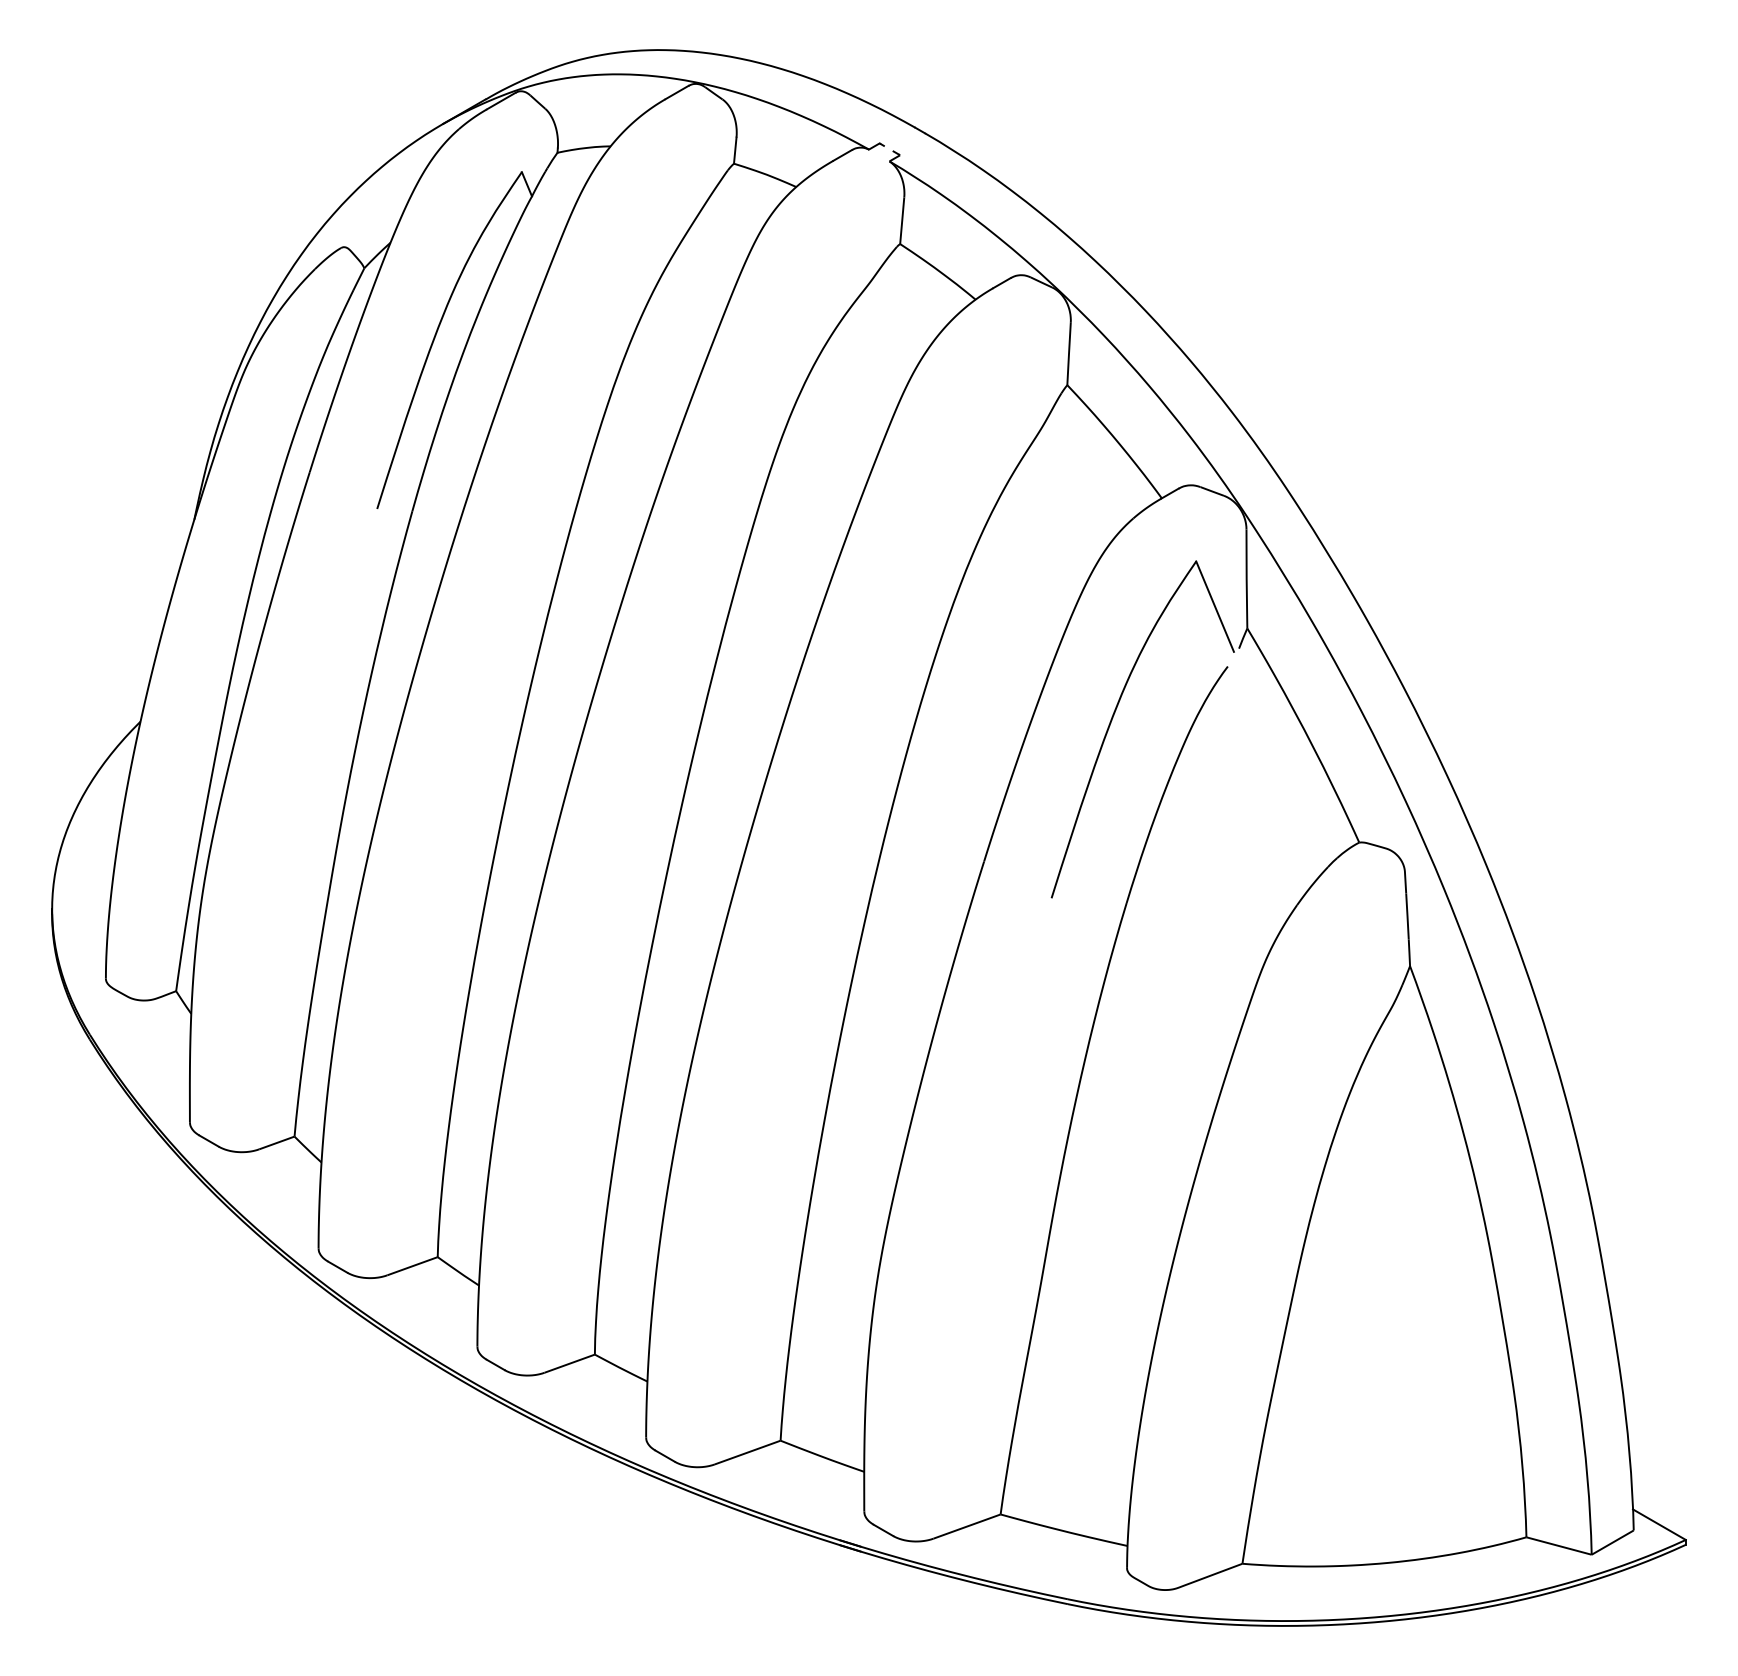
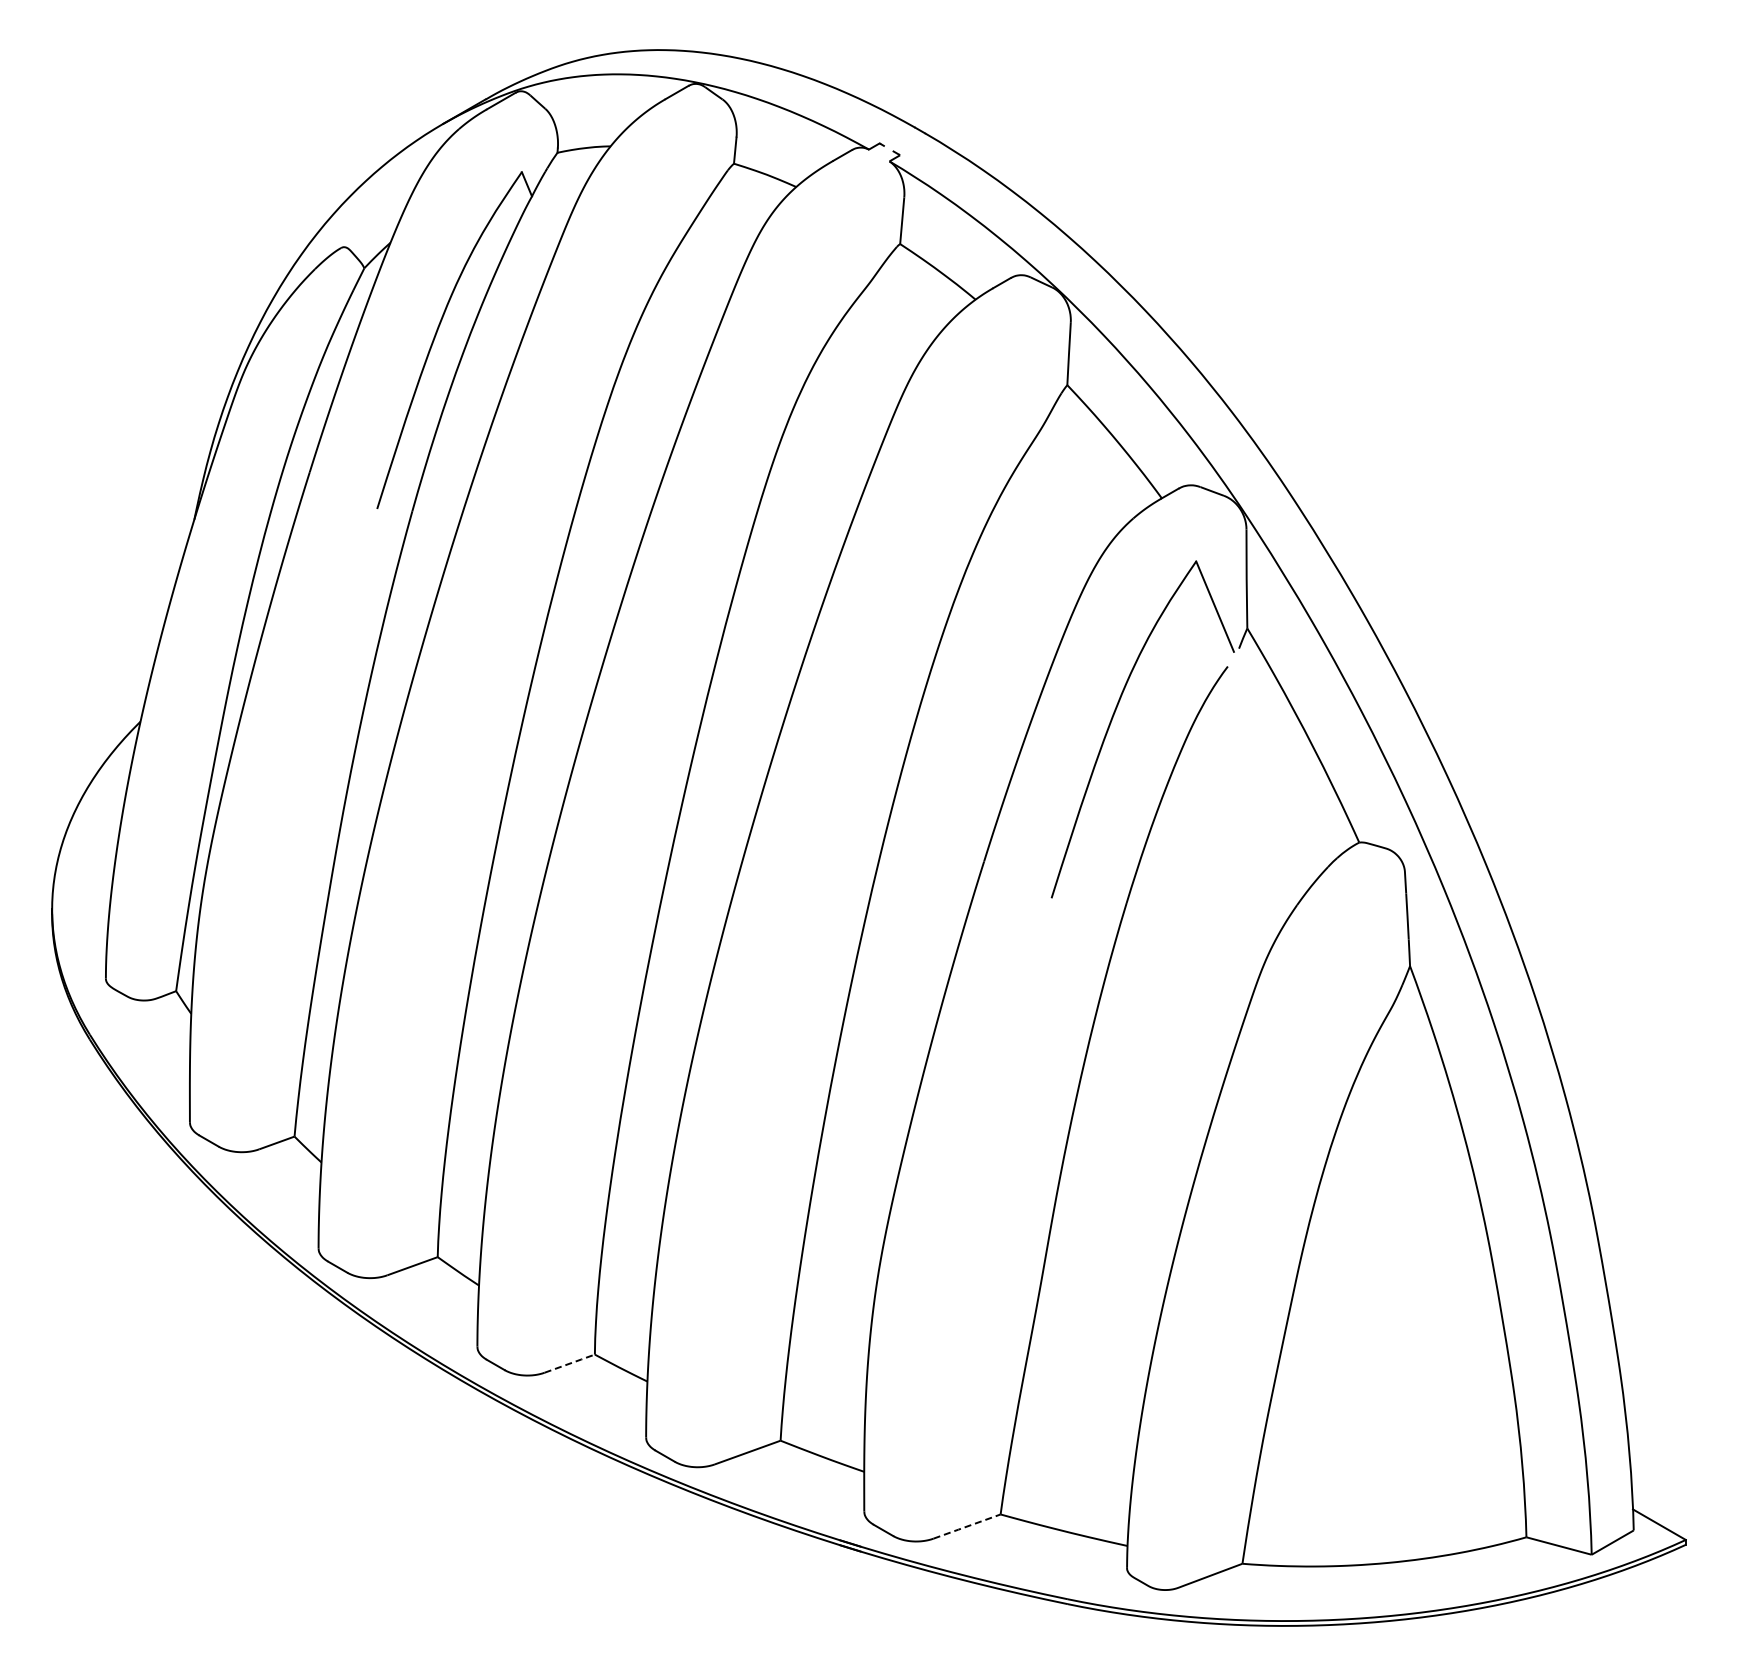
line at (570, 1363): solid -> dashed
line at (967, 1526): solid -> dashed
